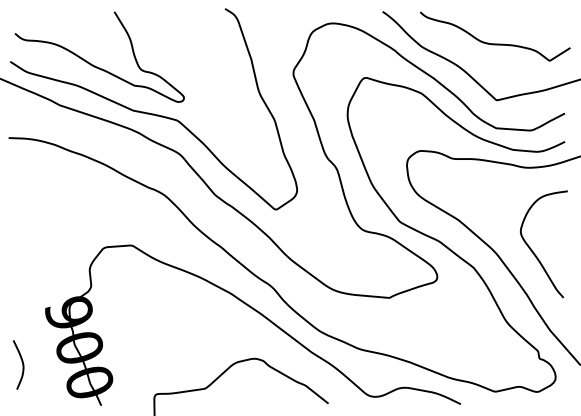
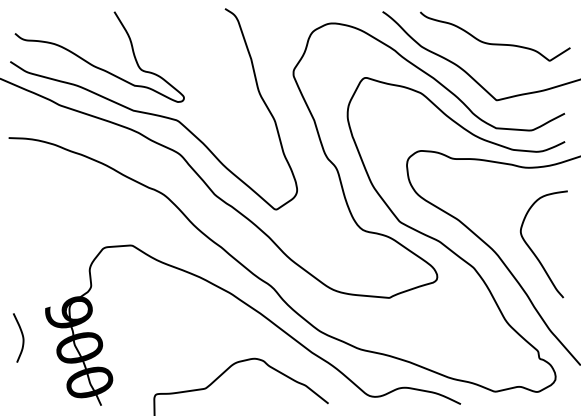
curve at (21, 362) position: (21, 362) -> (21, 335)
